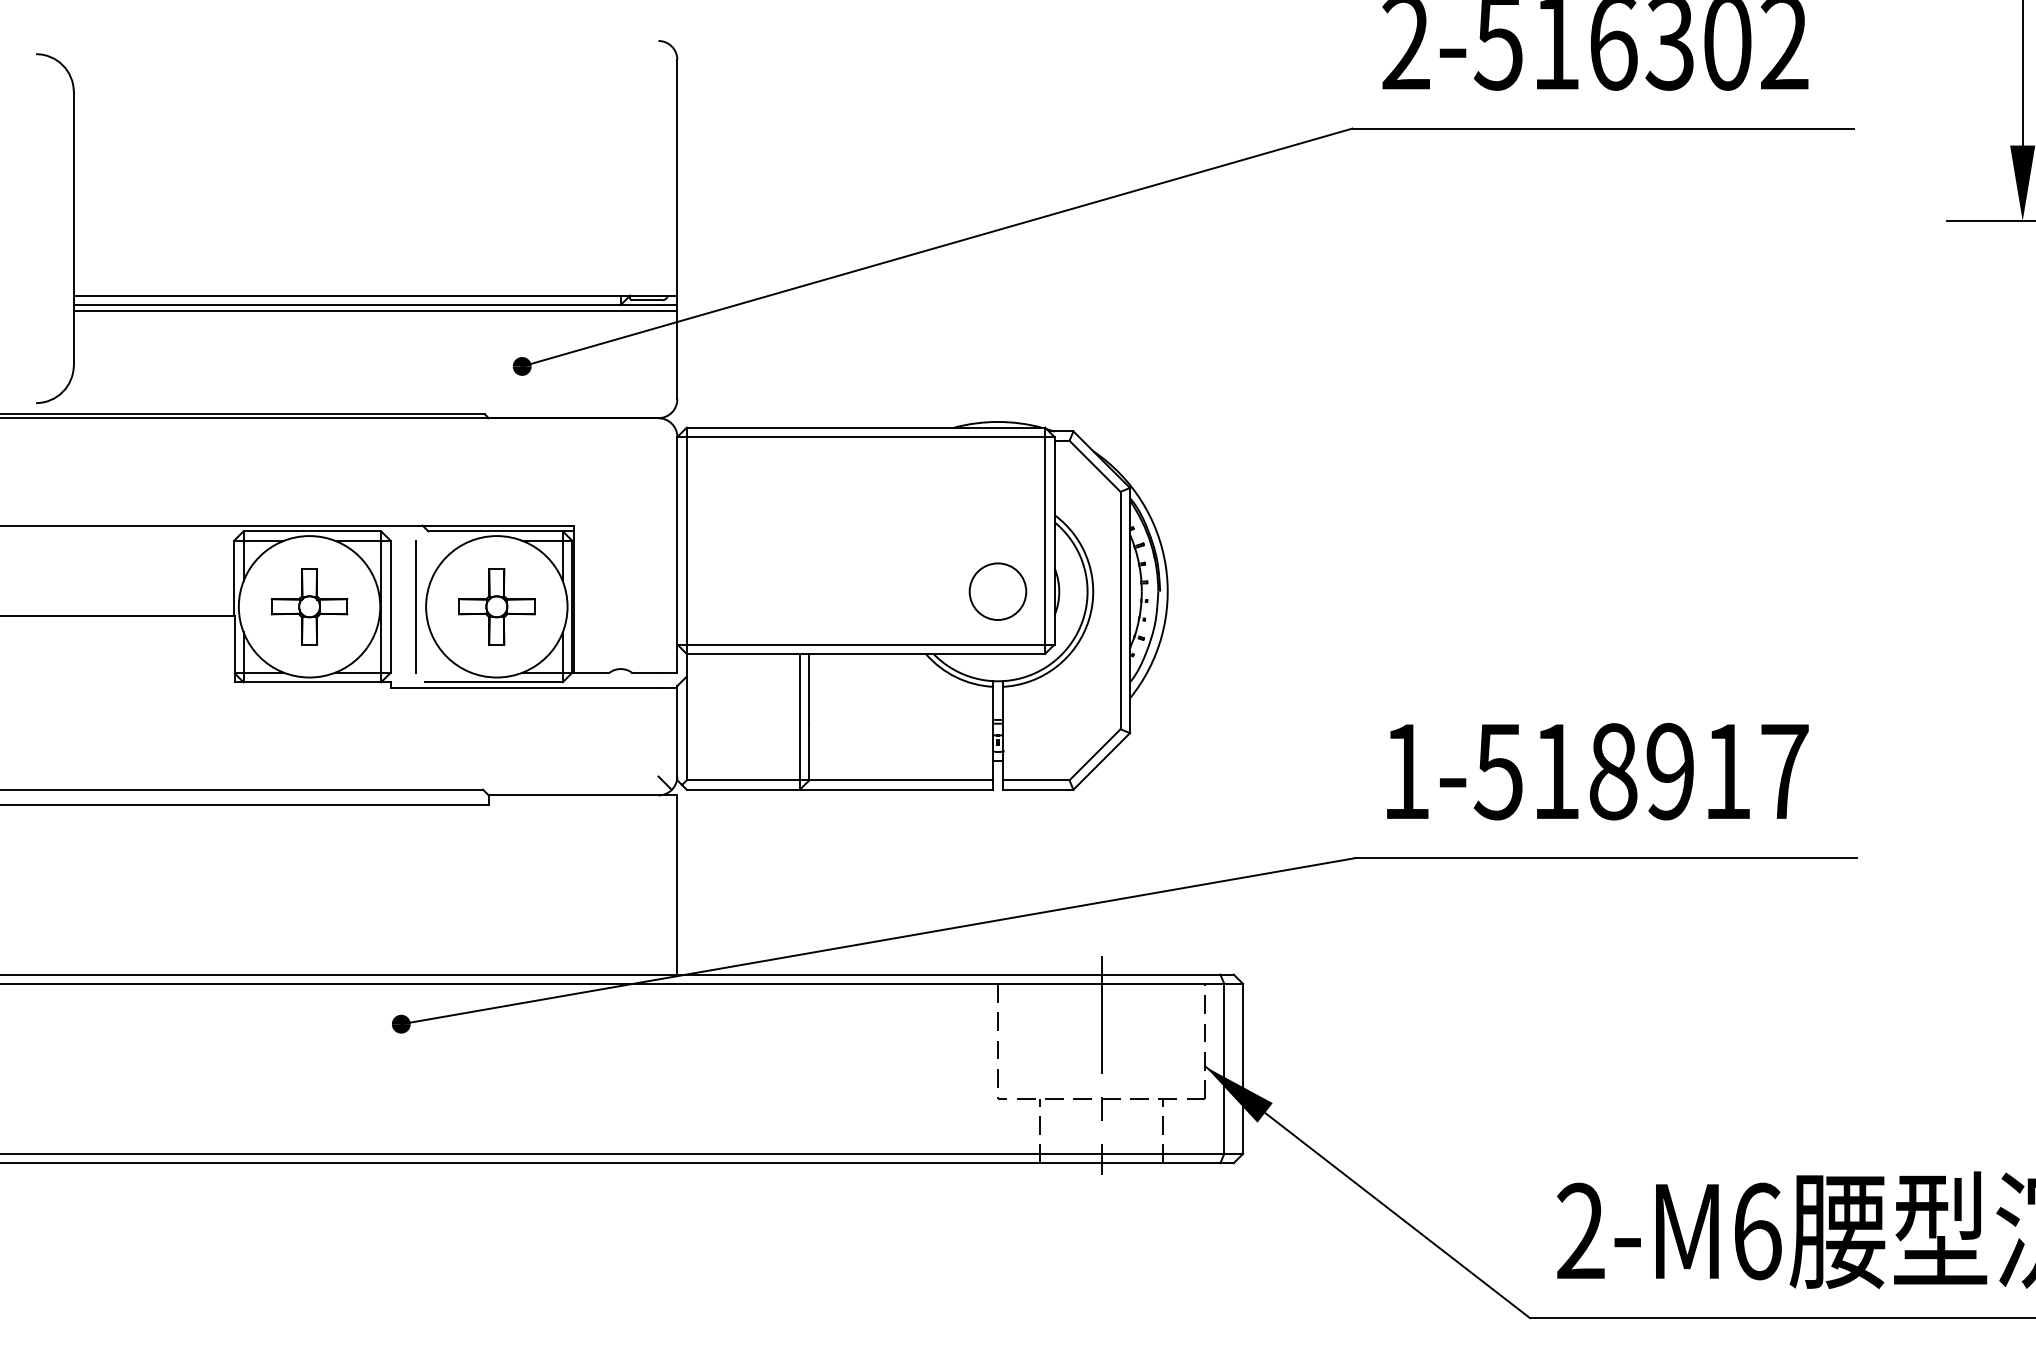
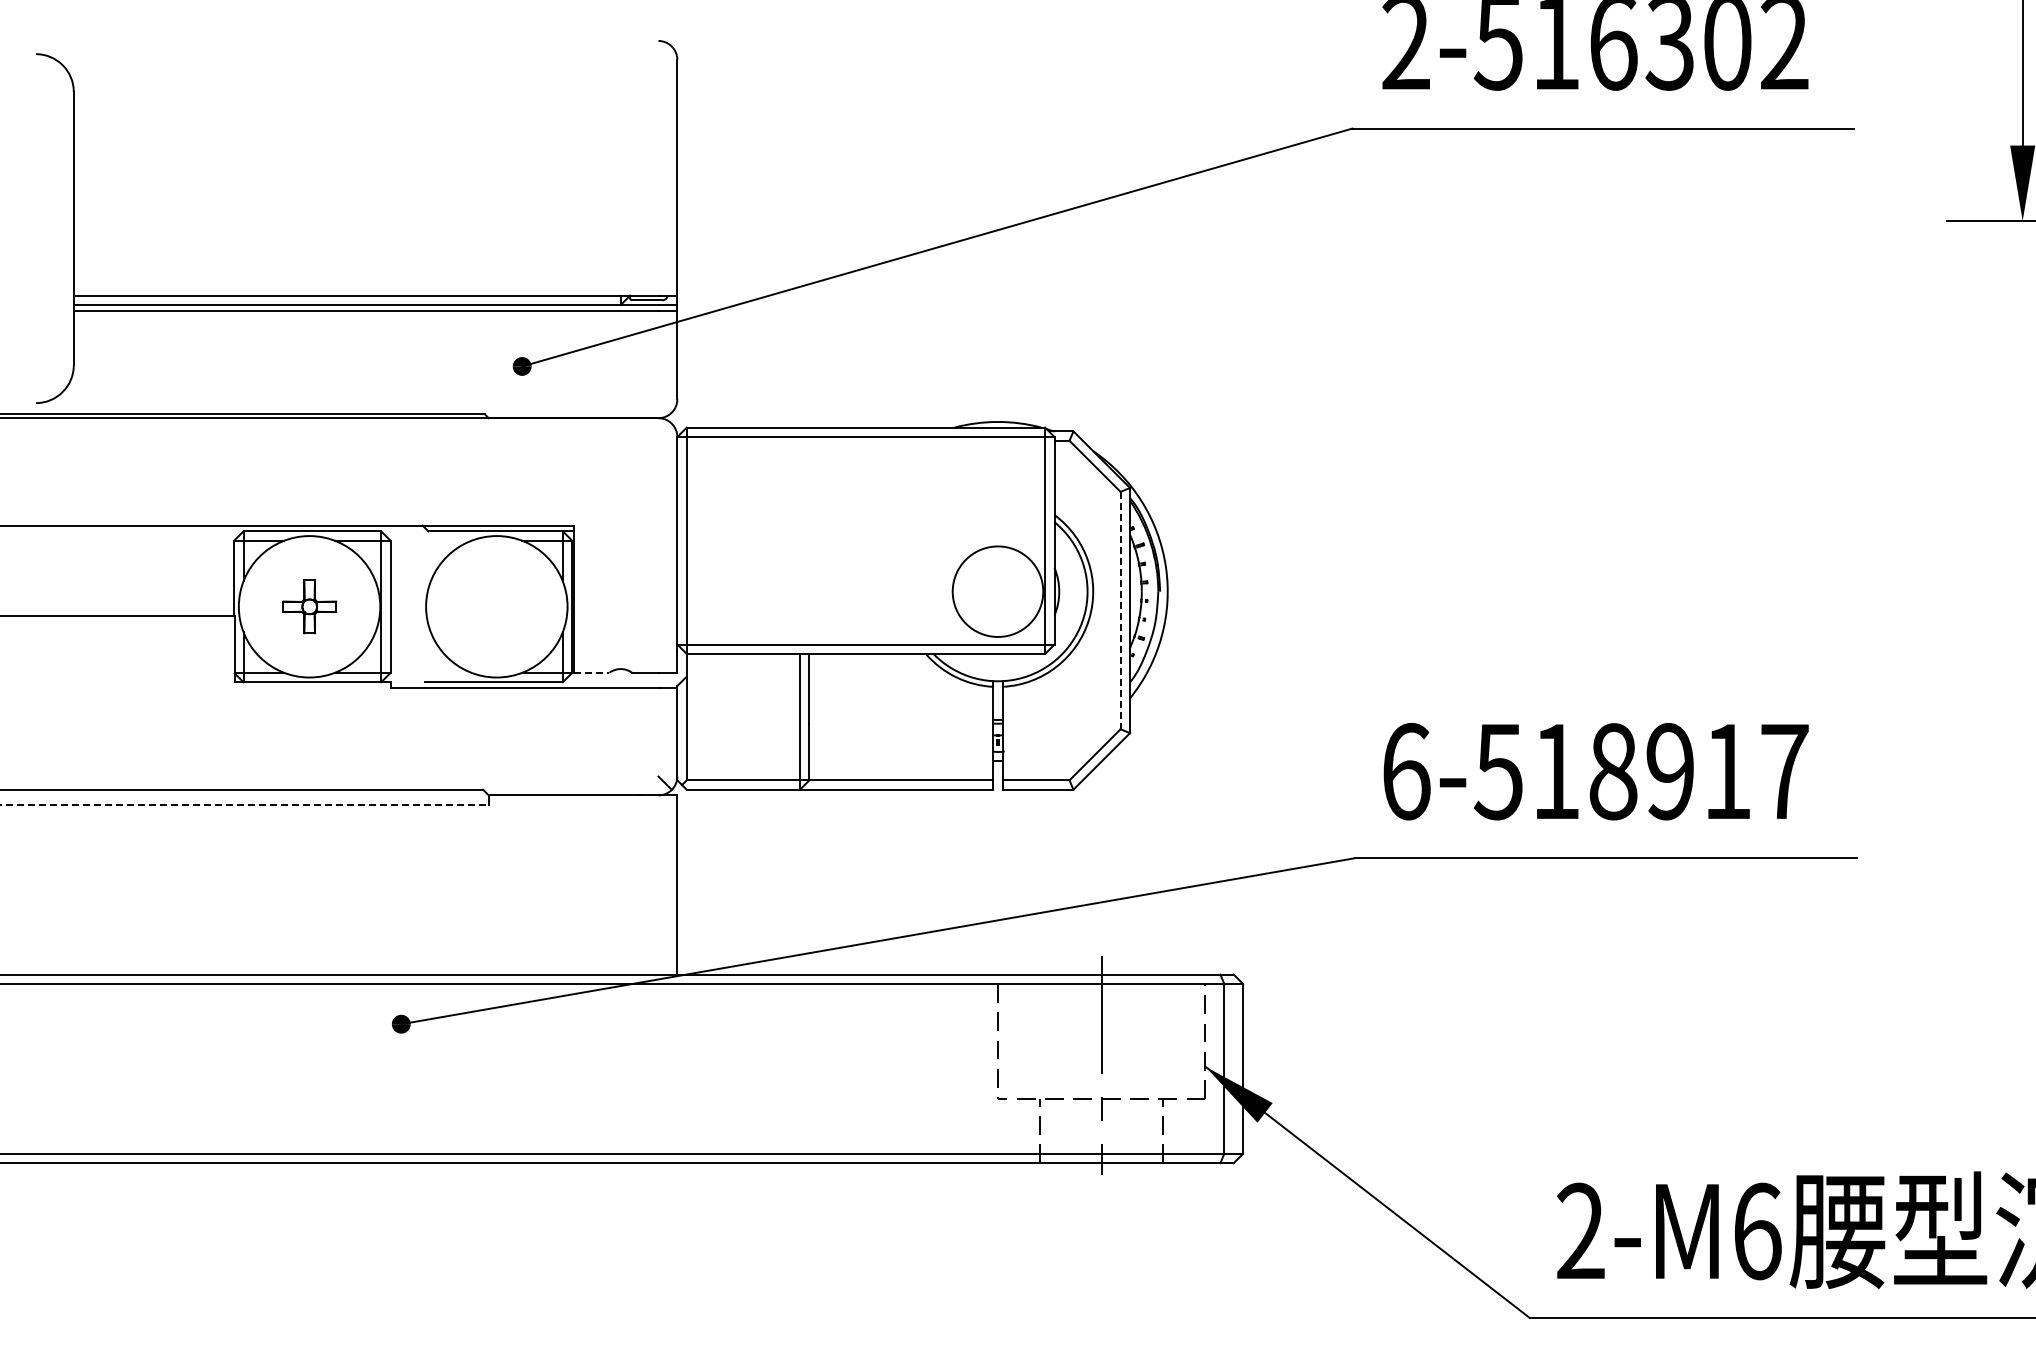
circle at (997, 591) diameter: 57 px -> 91 px
part at (309, 606) size: 78x78 px -> 55x56 px
line at (415, 606): present -> none
part at (496, 606): present -> none
line at (1120, 610): solid -> dashed
line at (591, 672): solid -> dashed
text at (1406, 771): 1-518917 -> 6-518917
line at (244, 804): solid -> dashed
